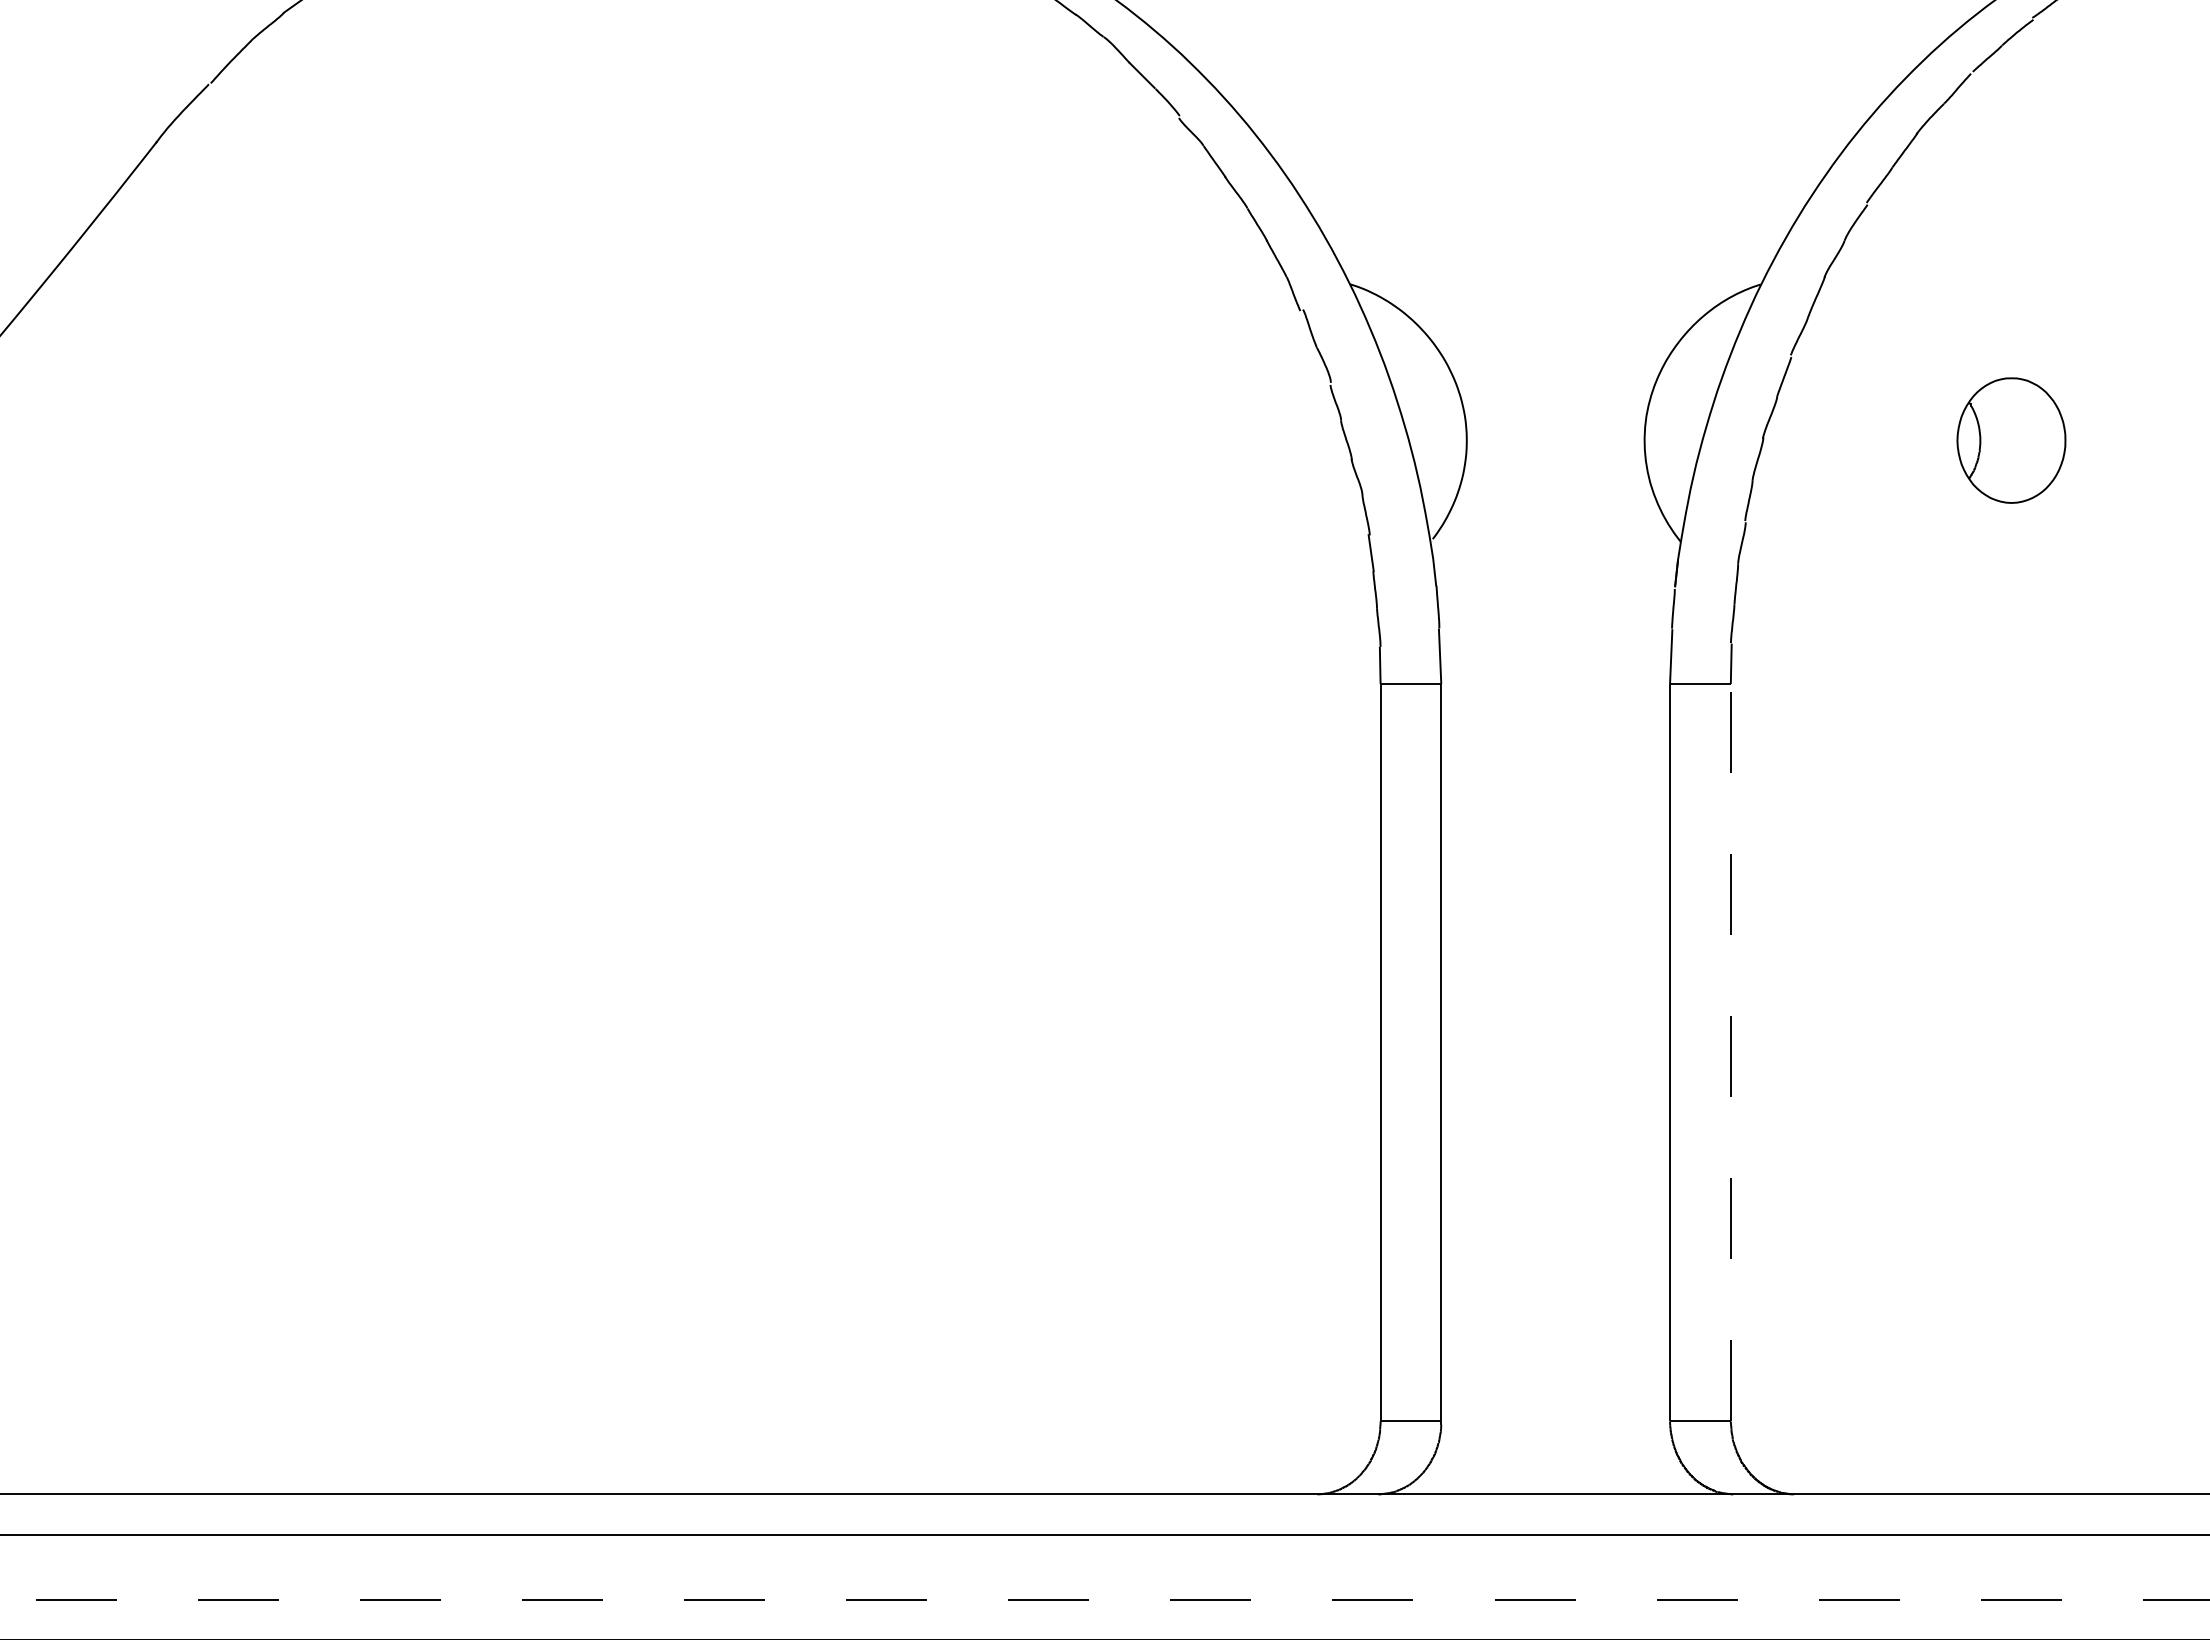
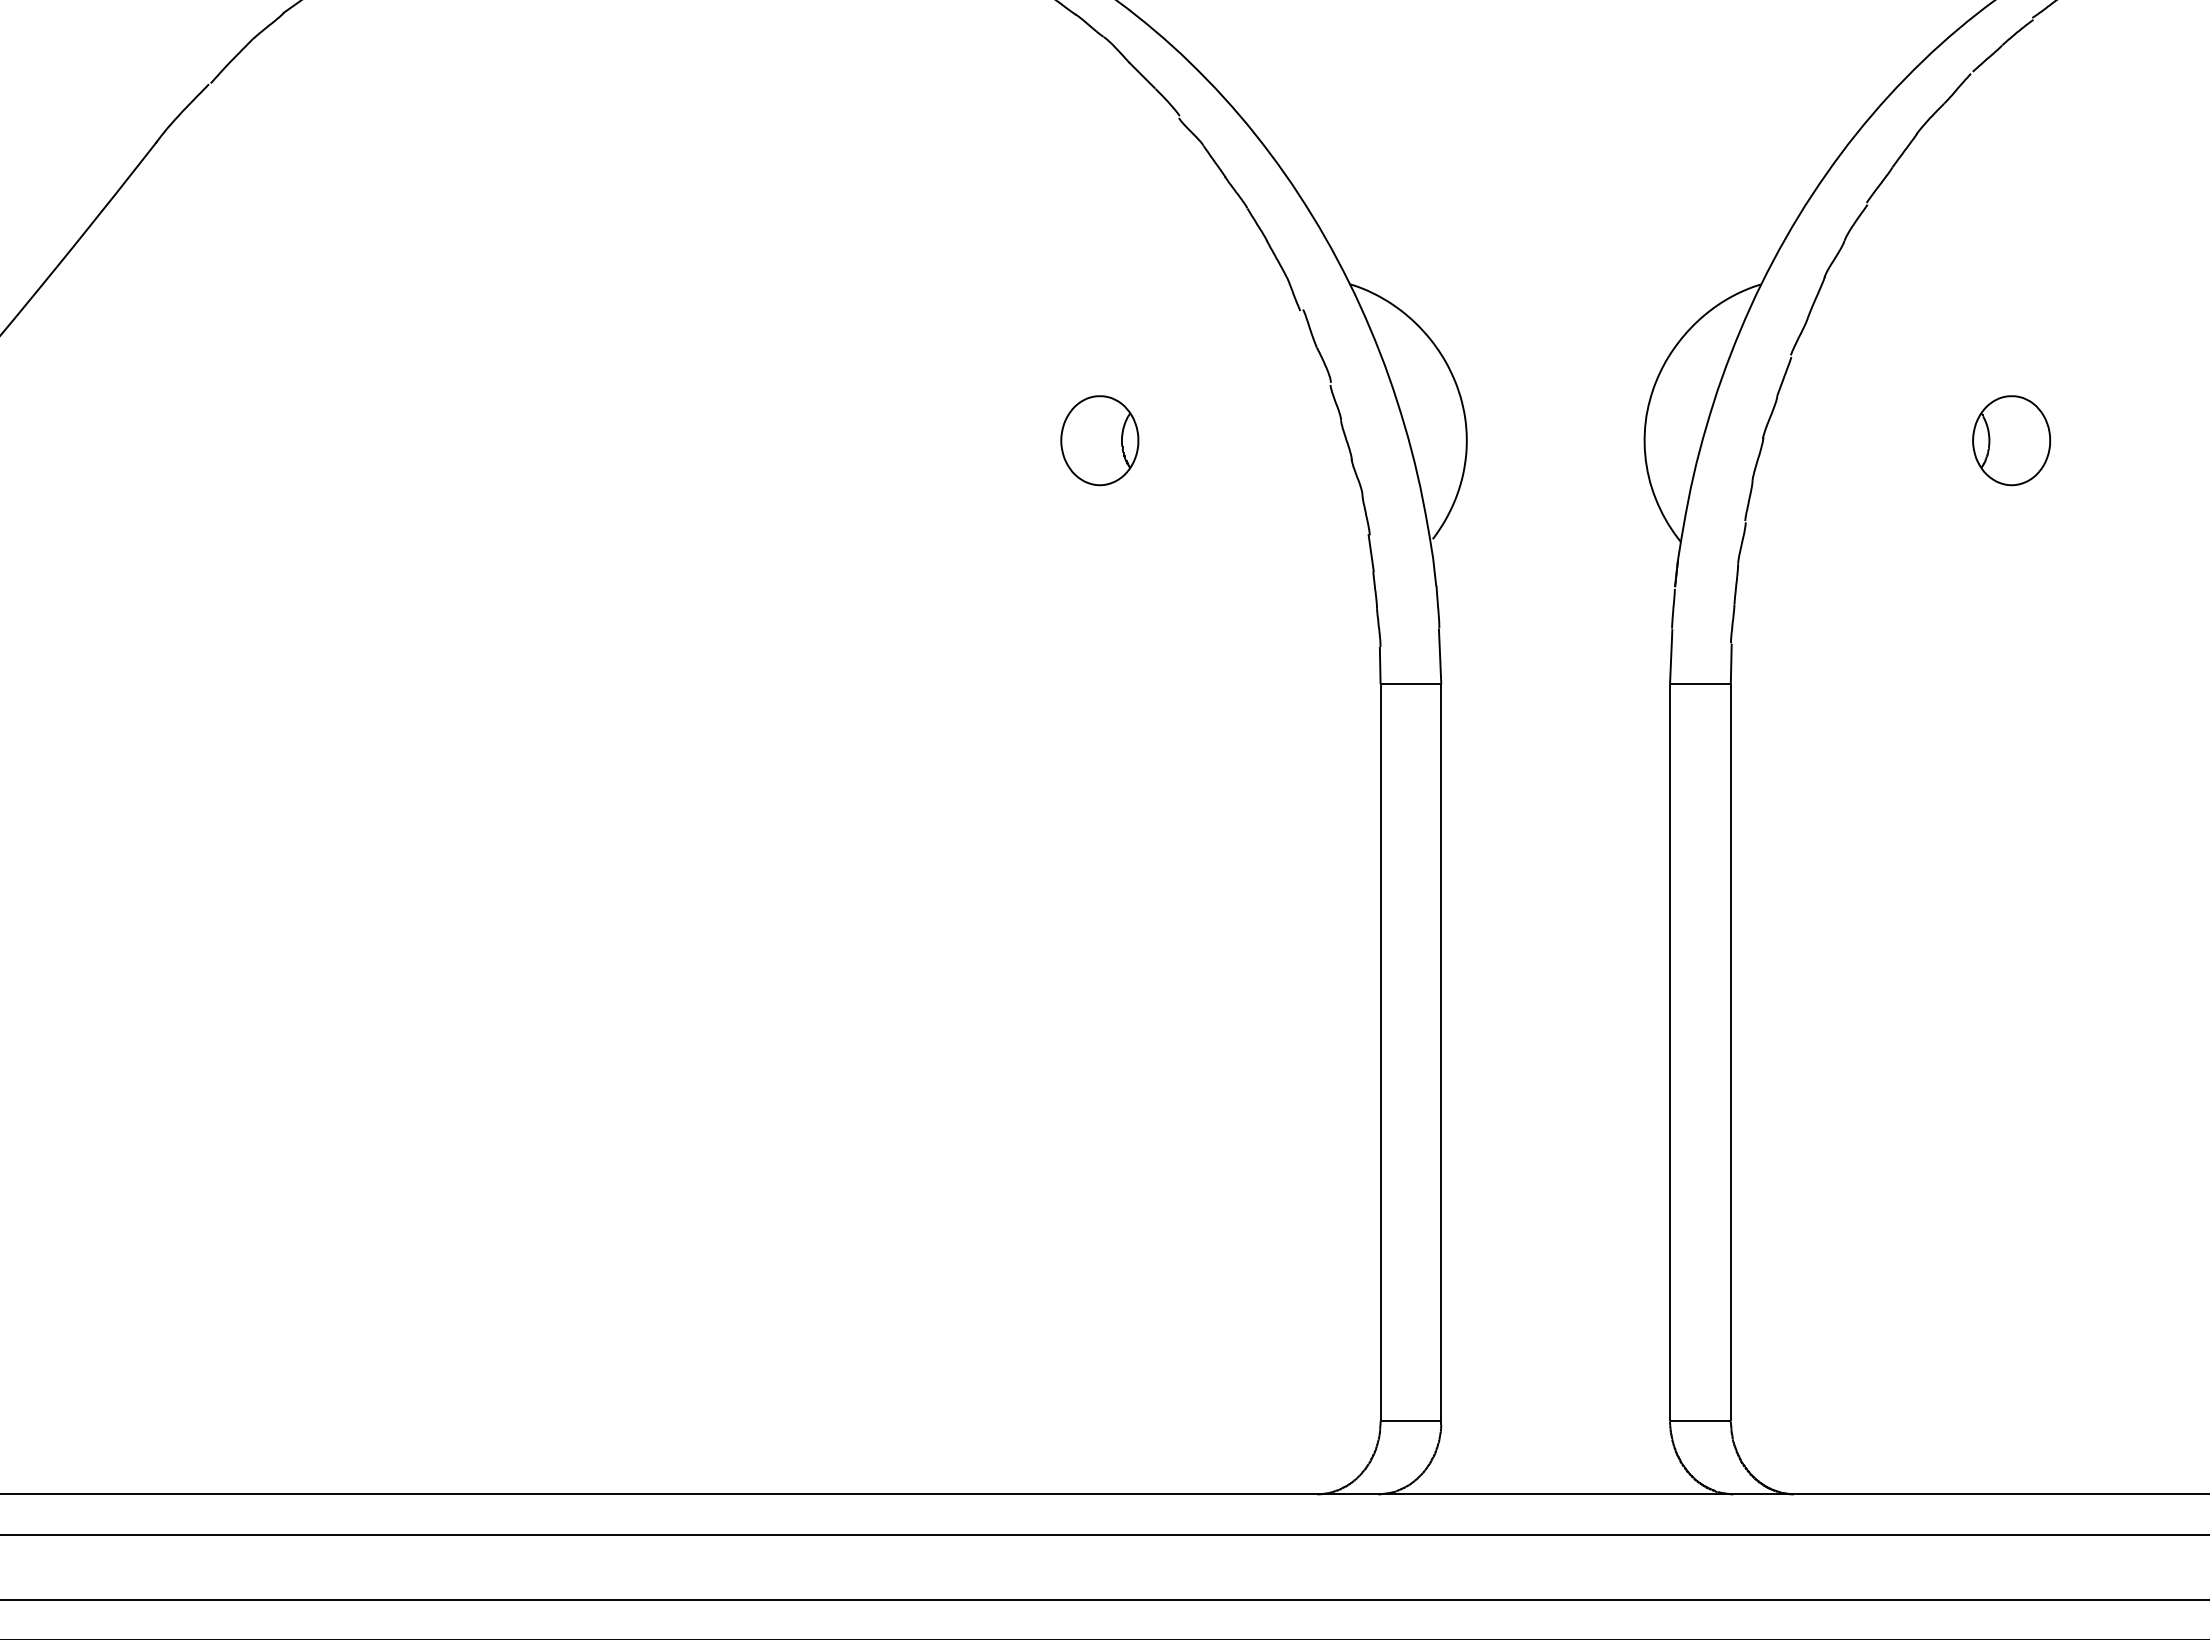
part at (1099, 440): none -> present
part at (2011, 440) size: 111x127 px -> 80x92 px
line at (1730, 1052): dashed -> solid
line at (1105, 1599): dashed -> solid
